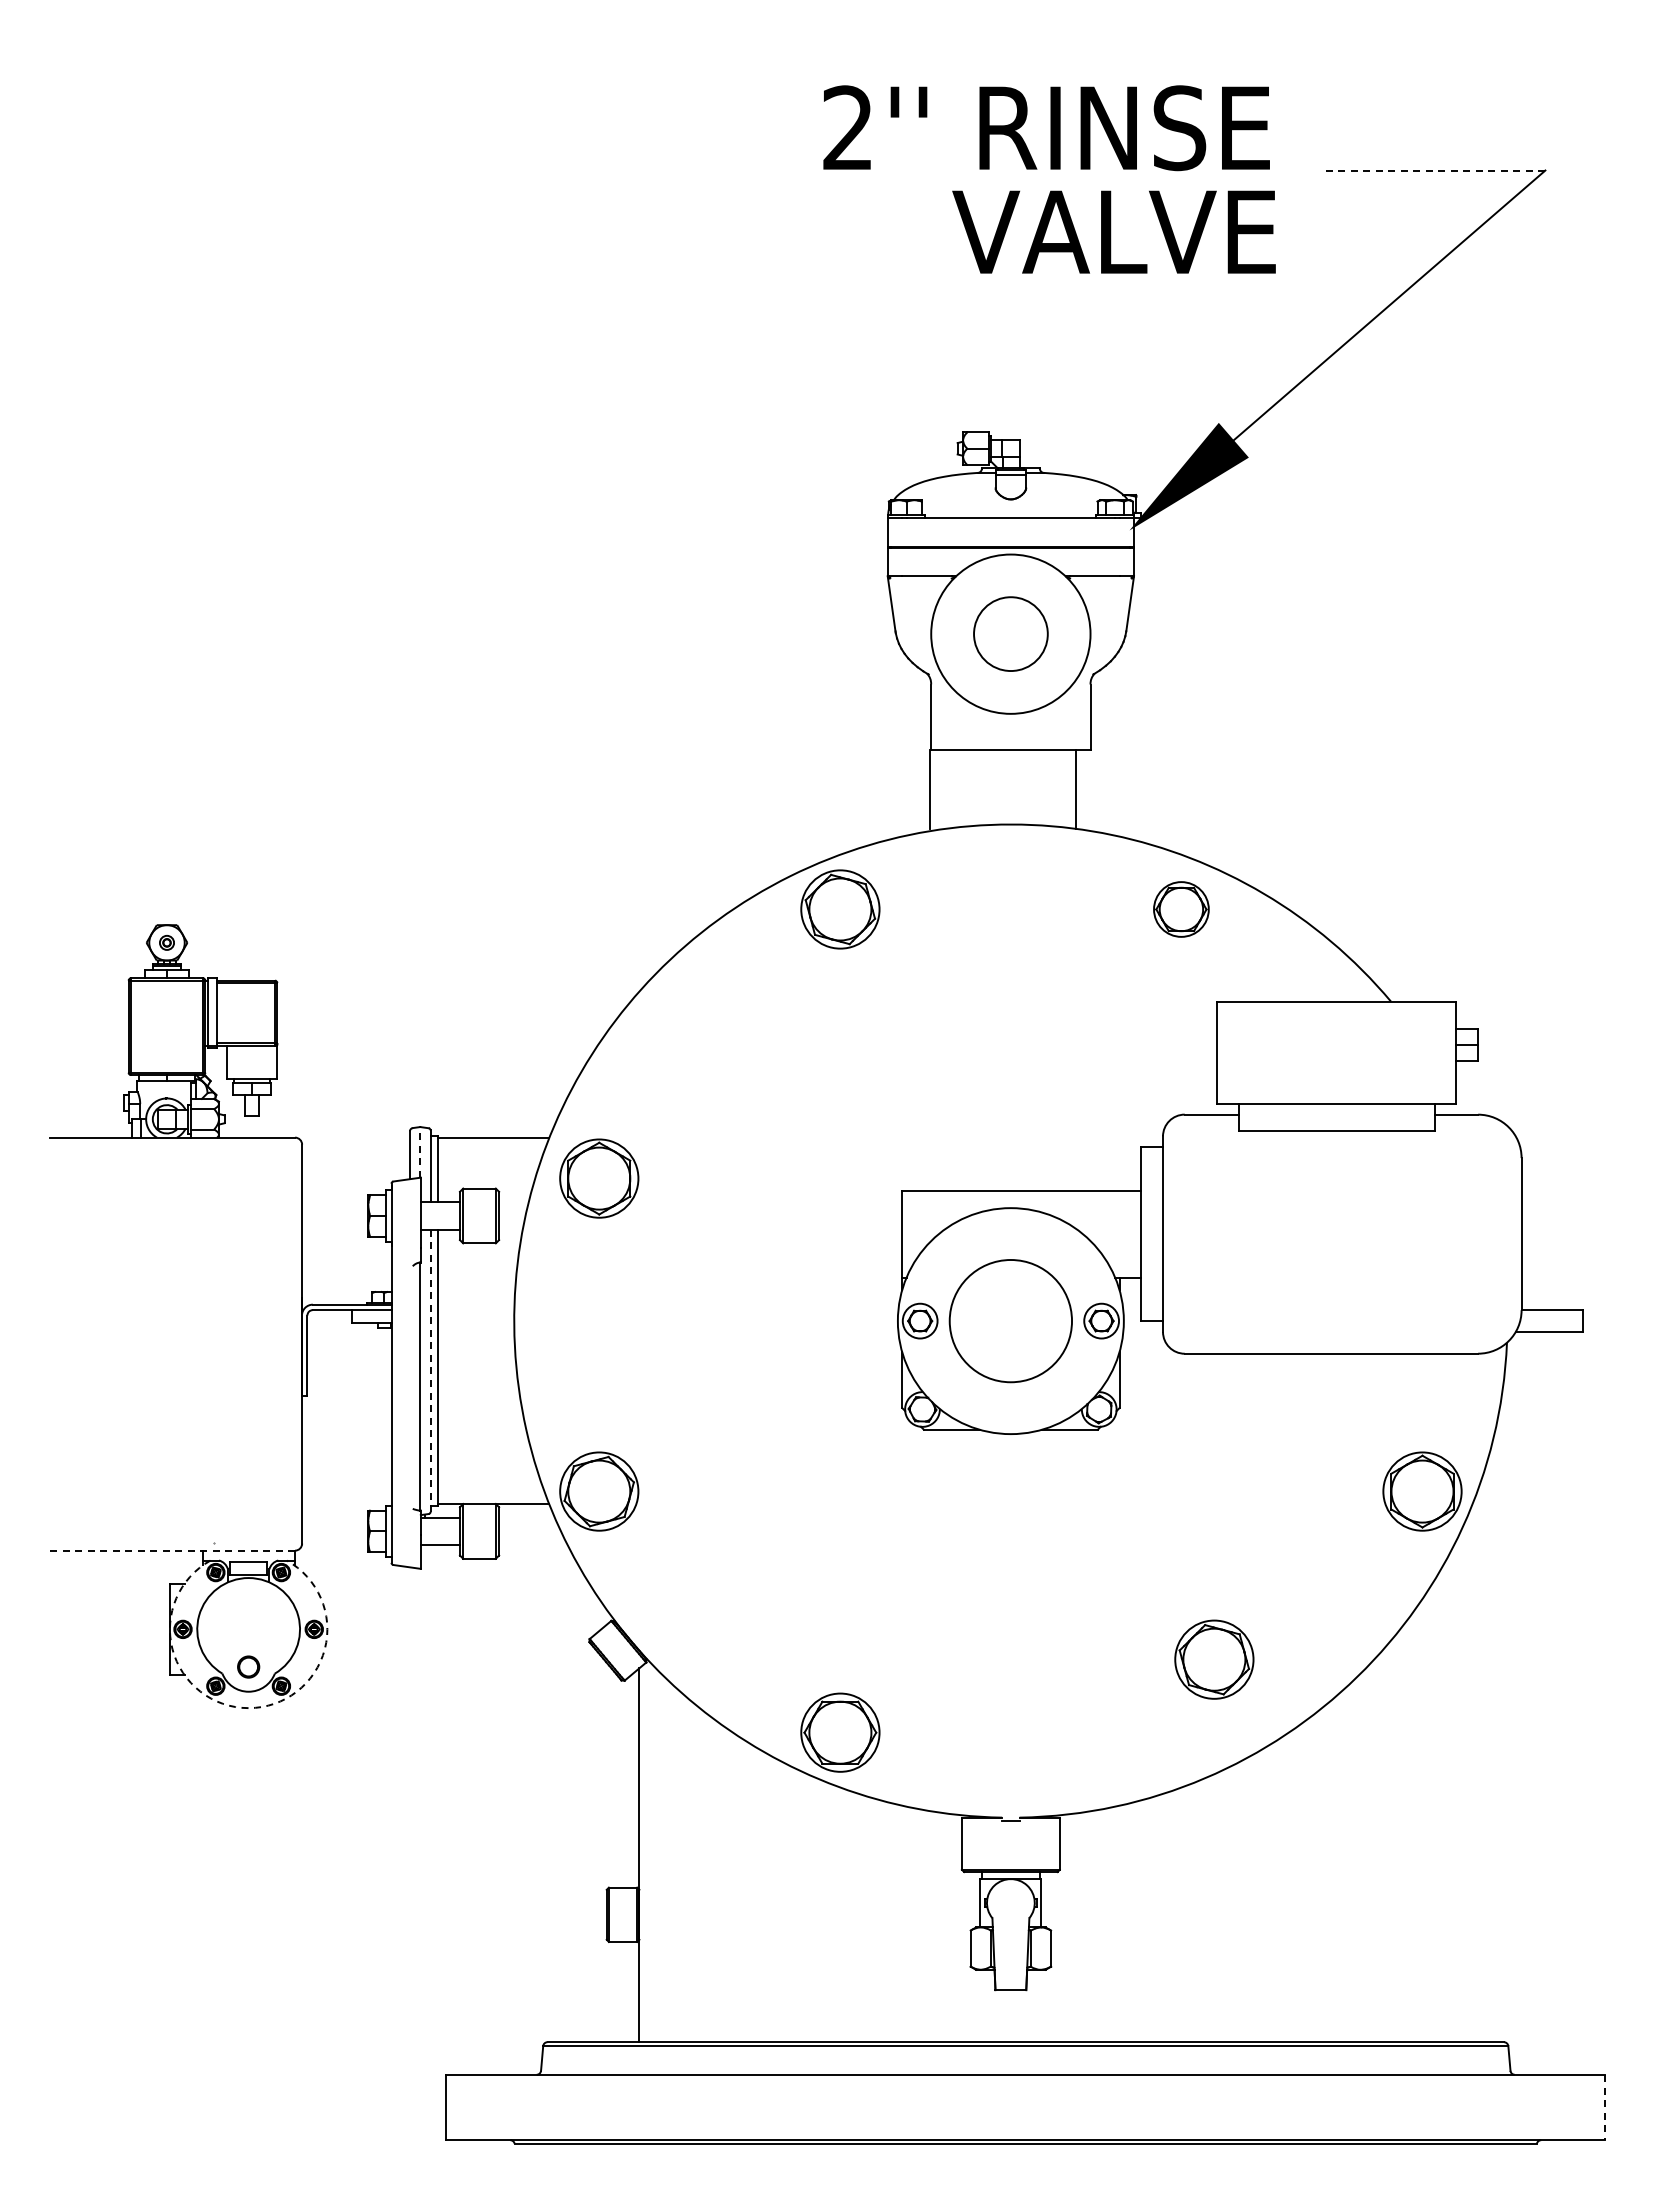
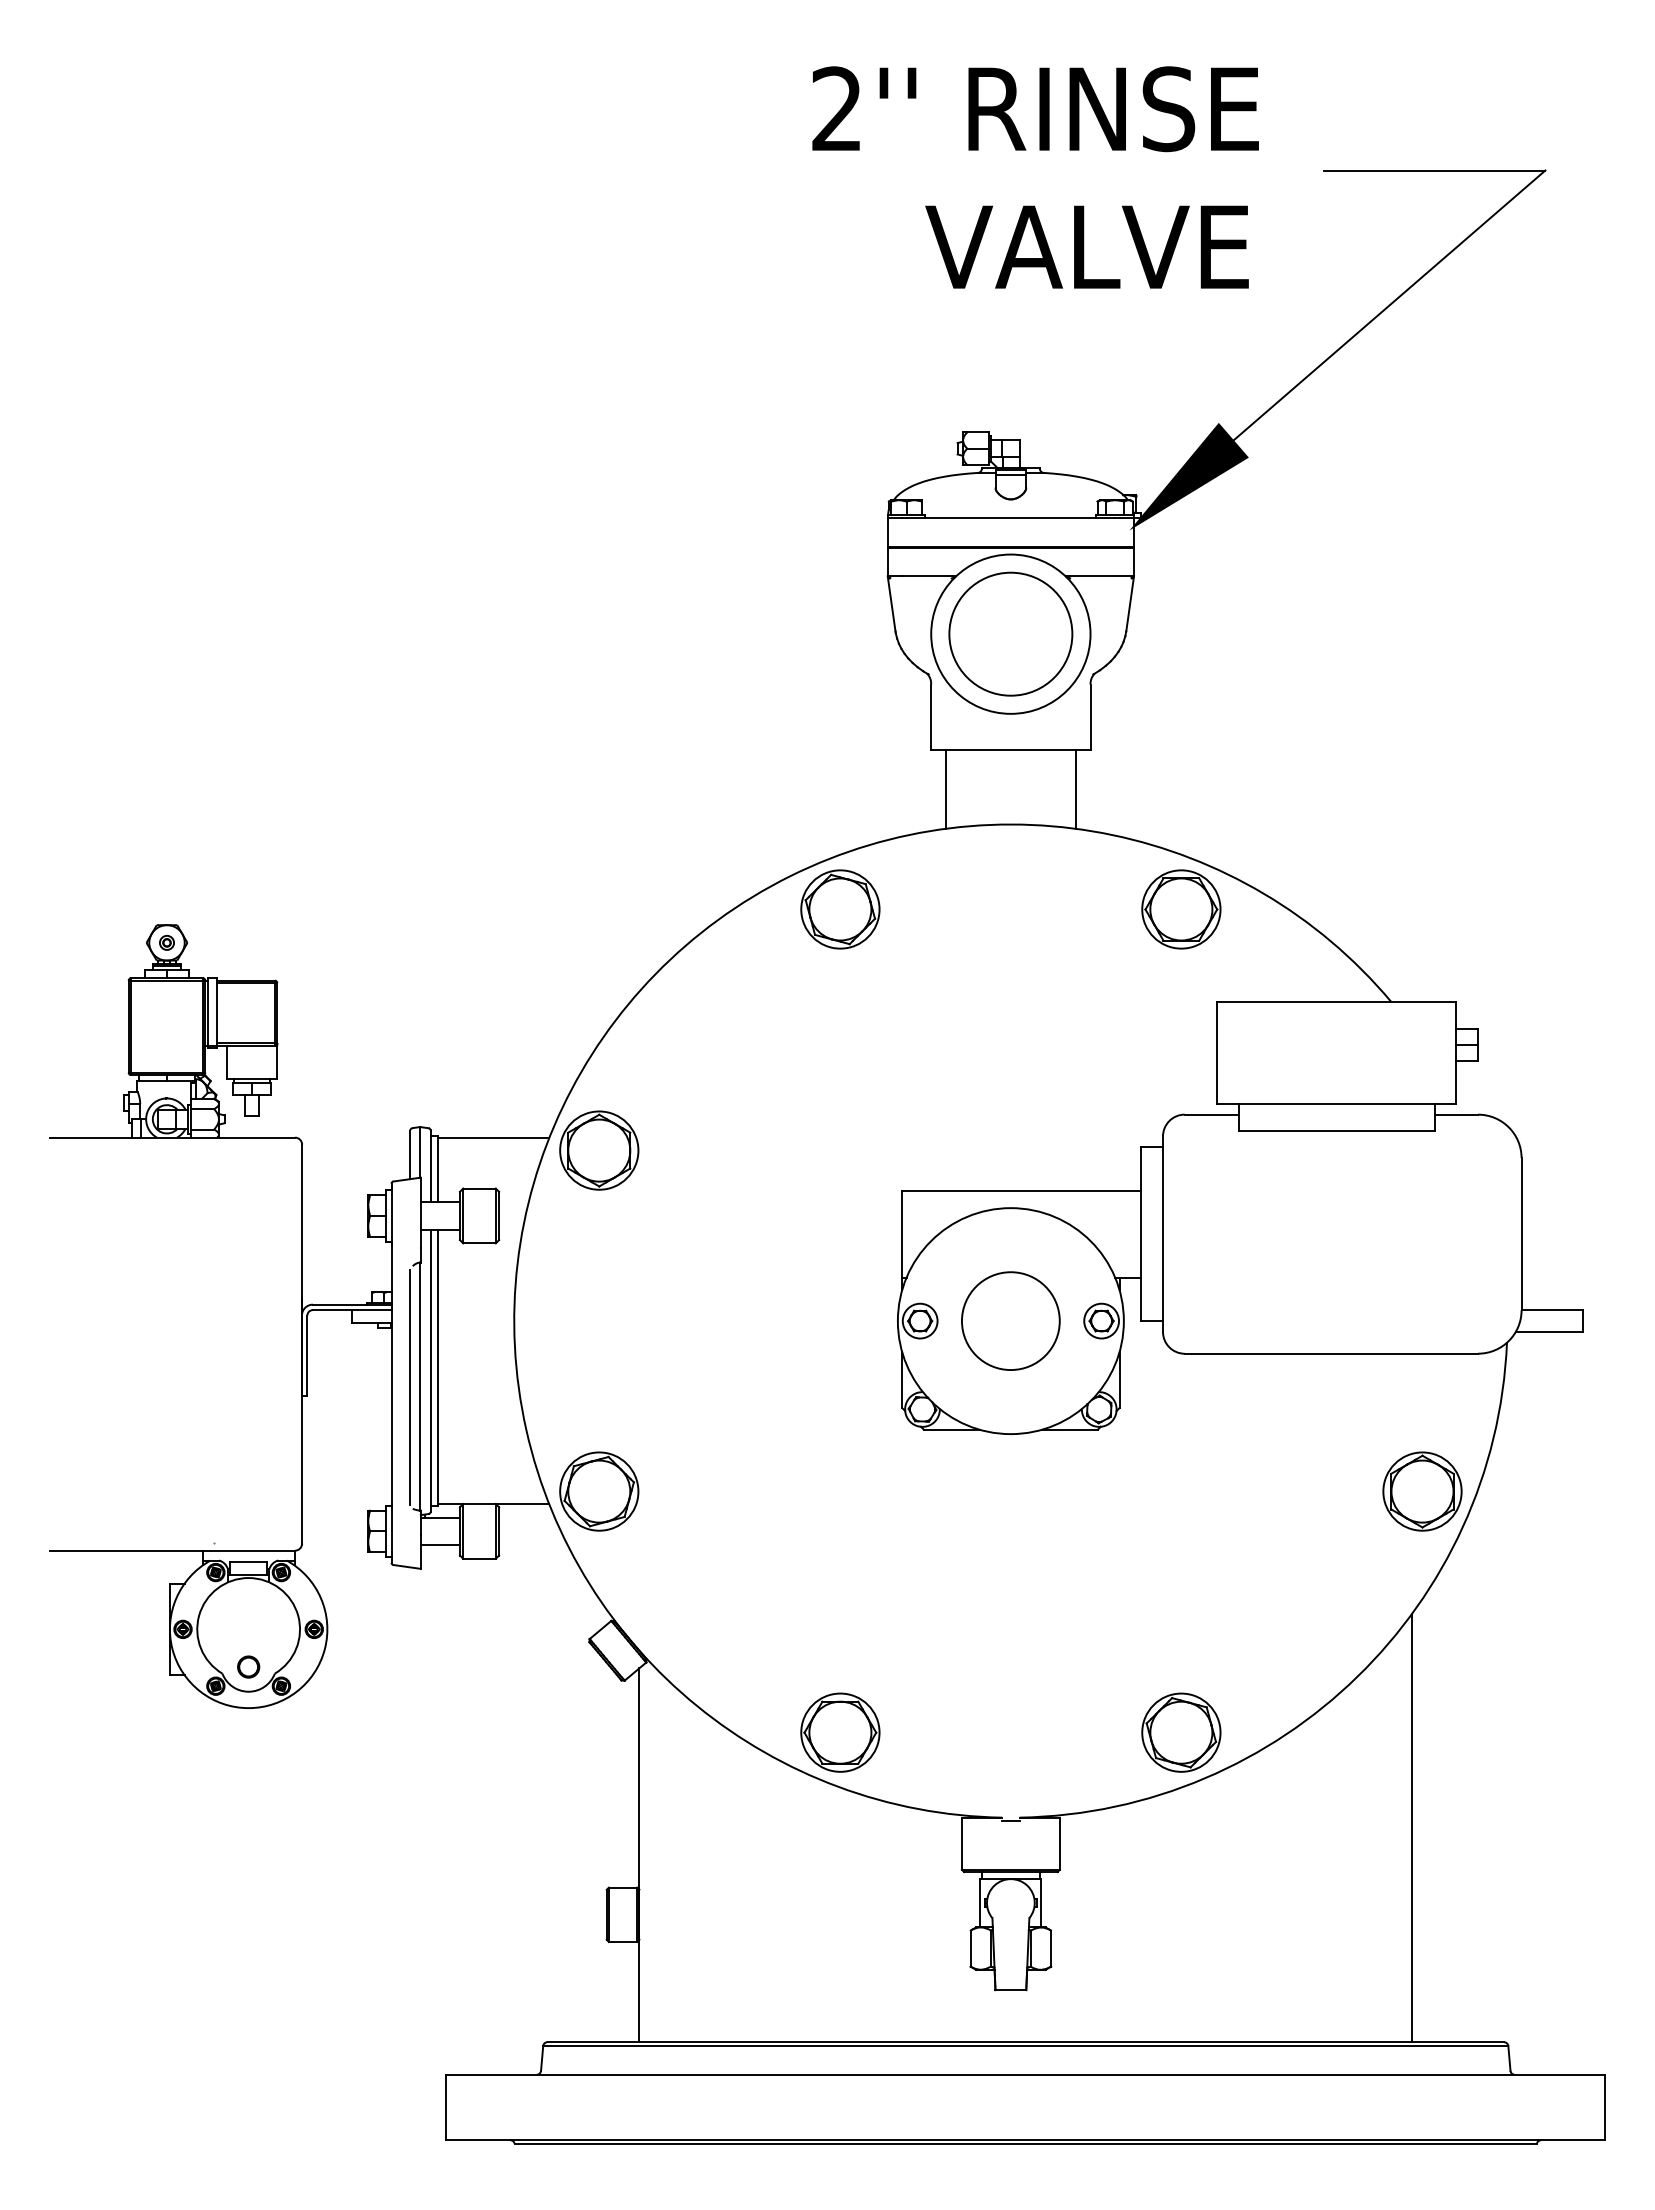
text at (1046, 128) position: (1046, 128) -> (1035, 109)
line at (1434, 170): dashed -> solid
text at (1113, 231) position: (1113, 231) -> (1086, 246)
circle at (1010, 633) size: 76x76 px -> 126x126 px
line at (929, 789) position: (929, 789) -> (945, 789)
part at (1181, 909) size: 57x57 px -> 81x81 px
line at (420, 1151): dashed -> solid
part at (599, 1178) position: (599, 1178) -> (599, 1150)
circle at (1010, 1321) diameter: 122 px -> 98 px
line at (430, 1371): dashed -> solid
line at (409, 1387): none -> present
line at (172, 1550): dashed -> solid
part at (1214, 1659) position: (1214, 1659) -> (1181, 1732)
arc at (248, 1708): dashed -> solid
line at (1412, 1827): none -> present
line at (1605, 2107): dashed -> solid
